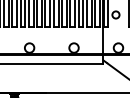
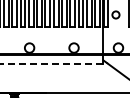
line at (51, 64): solid -> dashed
